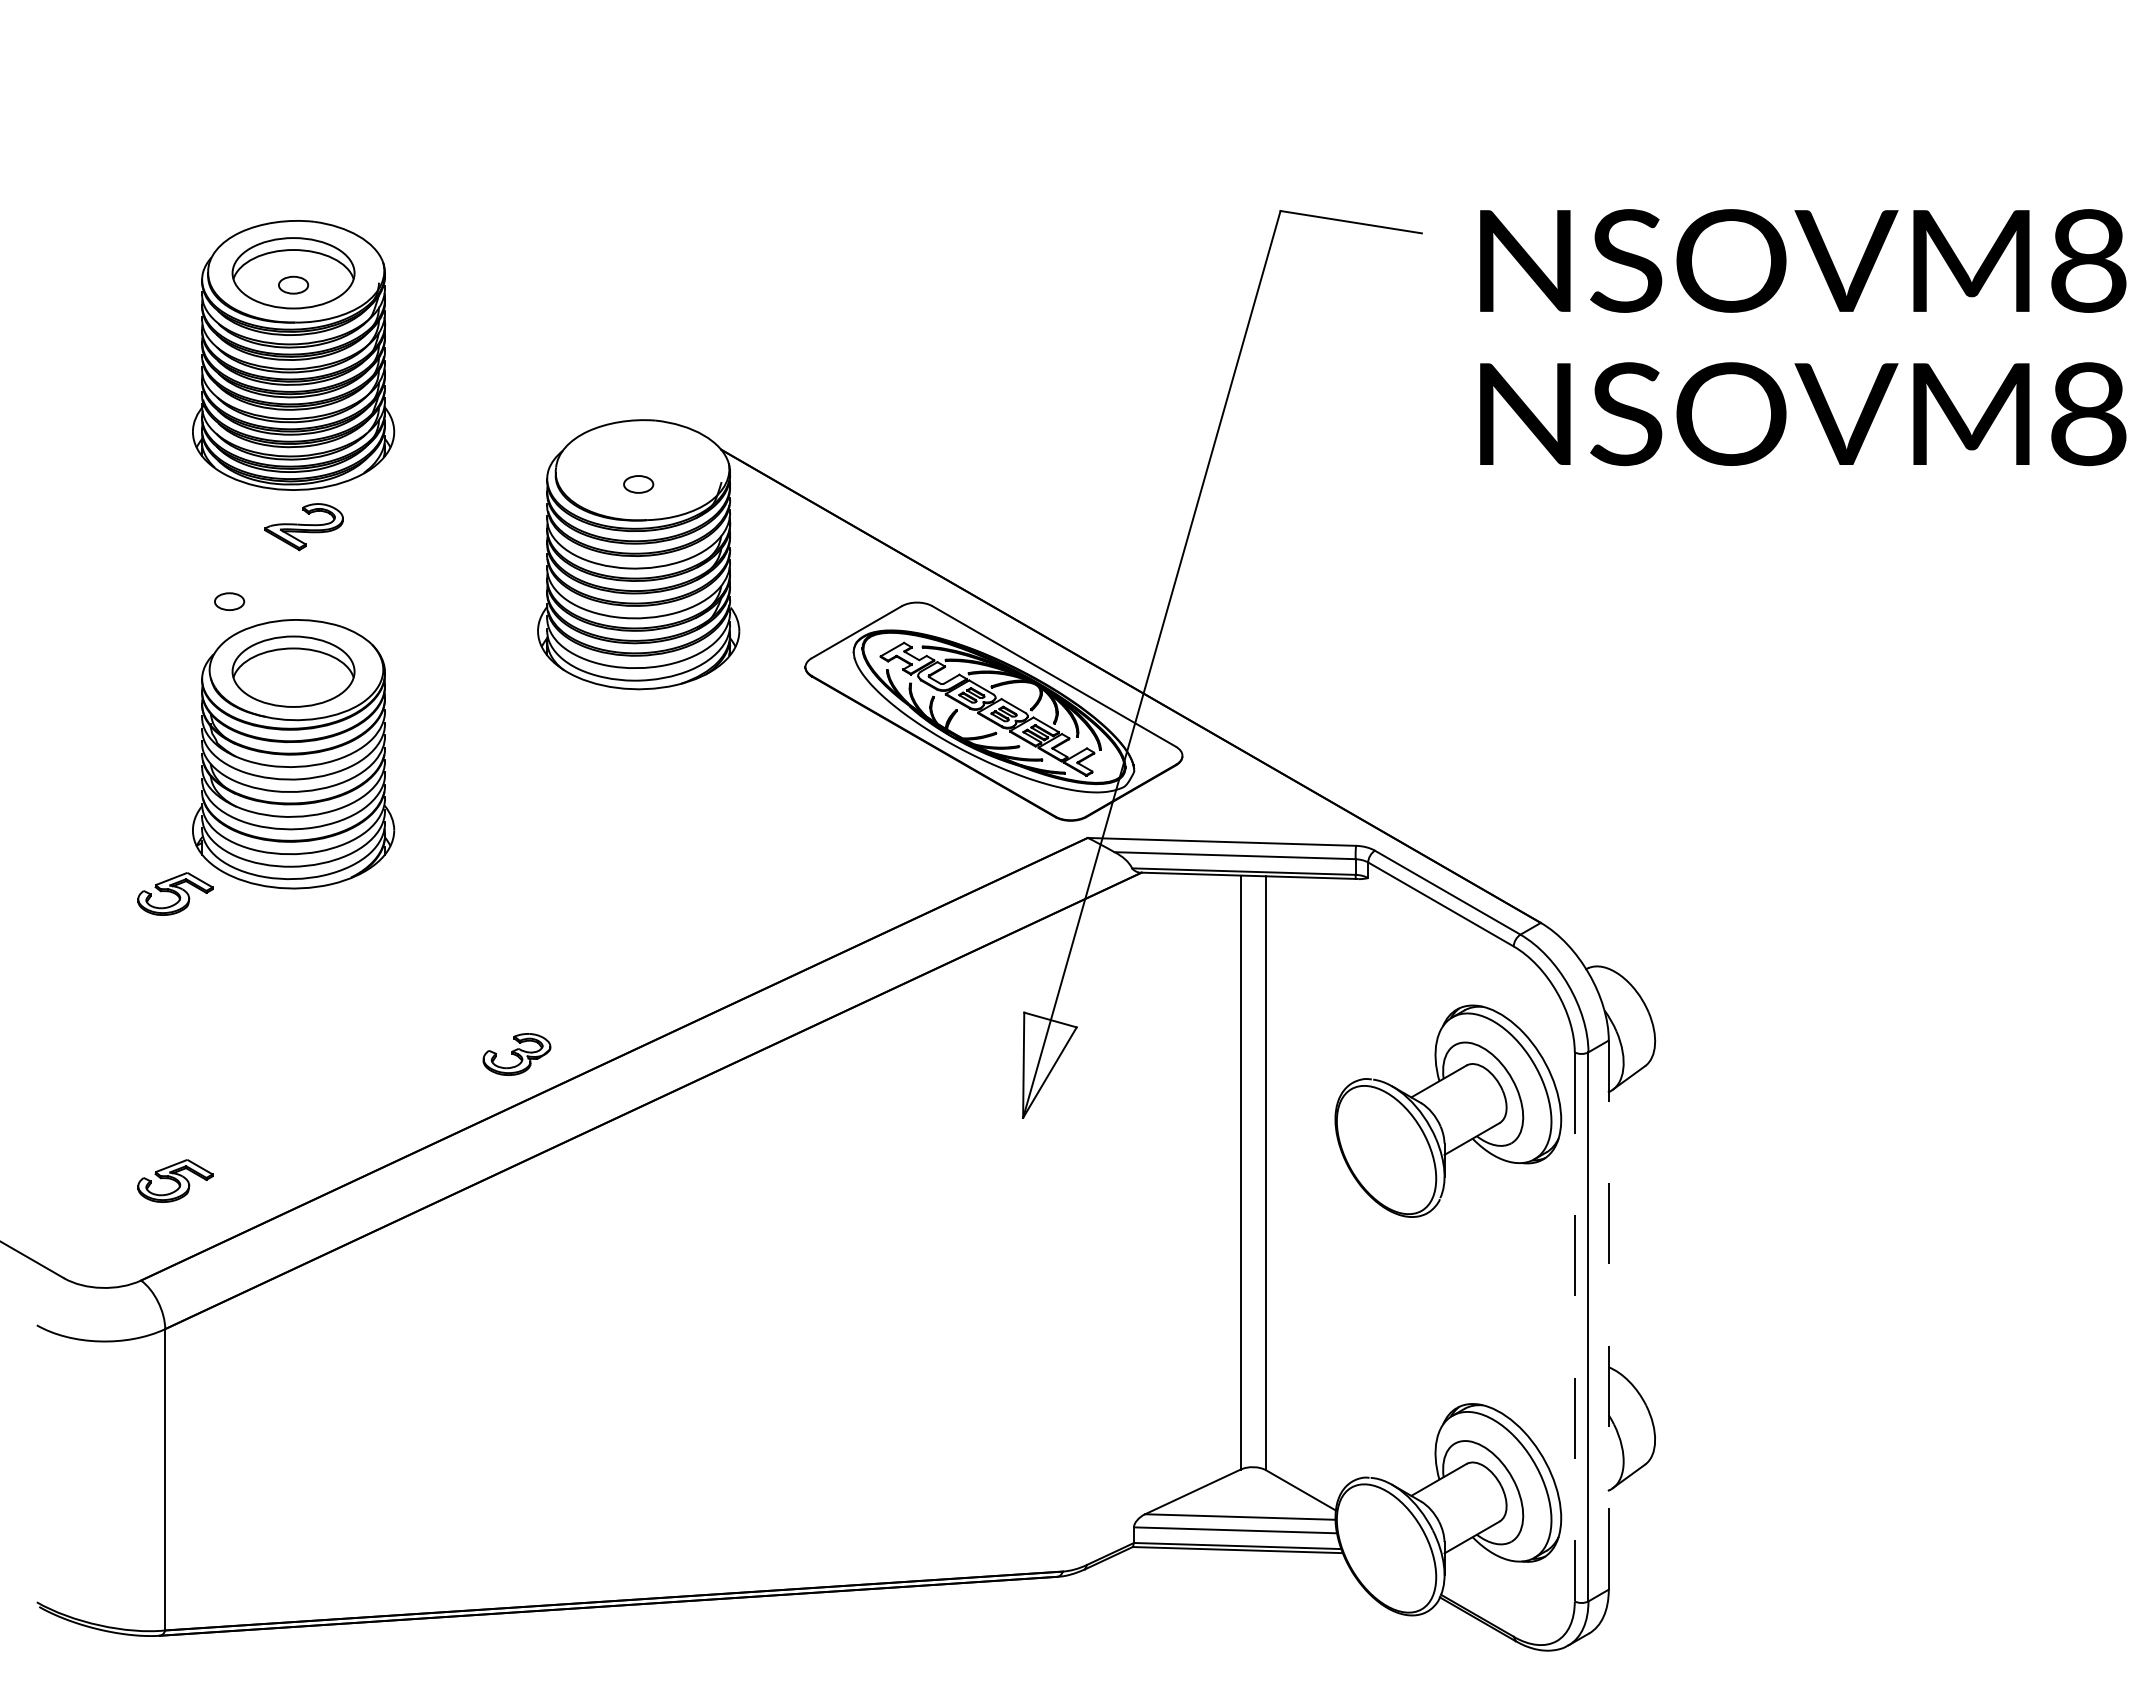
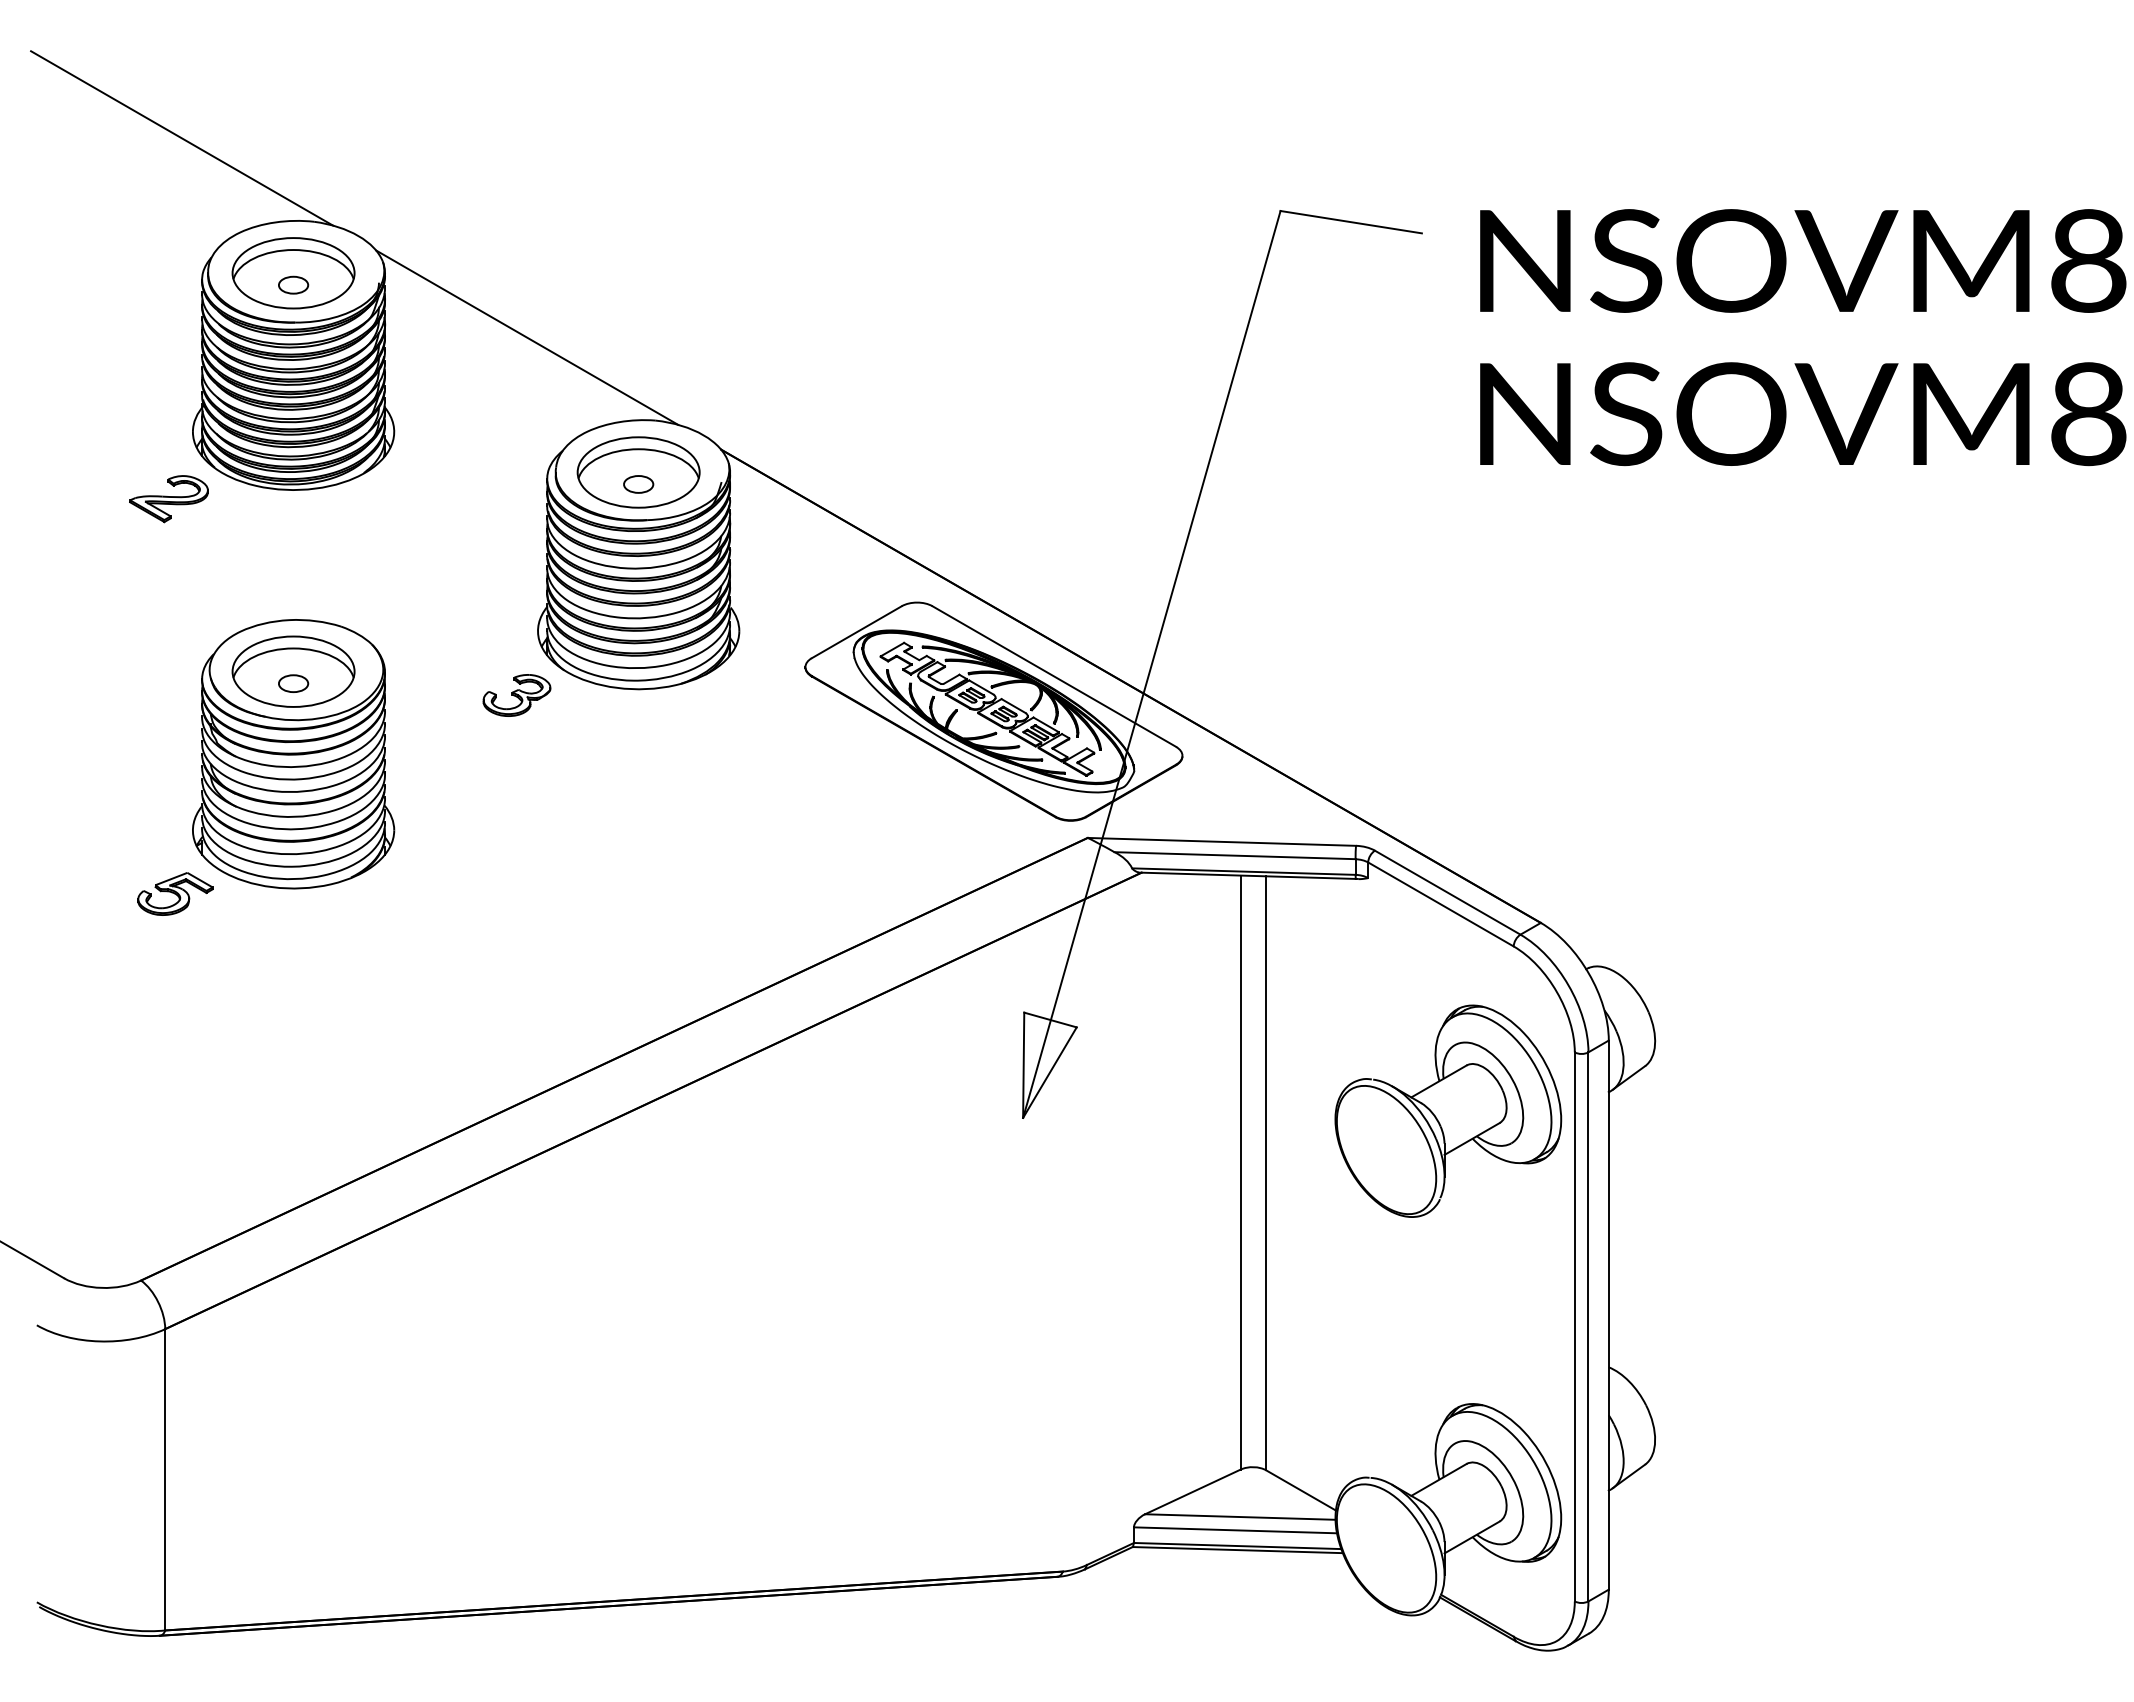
line at (182, 138): none -> present
line at (527, 337): none -> present
part at (638, 472): none -> present
part at (303, 527) position: (303, 527) -> (168, 499)
part at (229, 601) position: (229, 601) -> (293, 683)
part at (516, 1054) position: (516, 1054) -> (516, 695)
part at (175, 1180): present -> none
line at (1608, 1315): dashed -> solid
line at (1574, 1326): dashed -> solid
